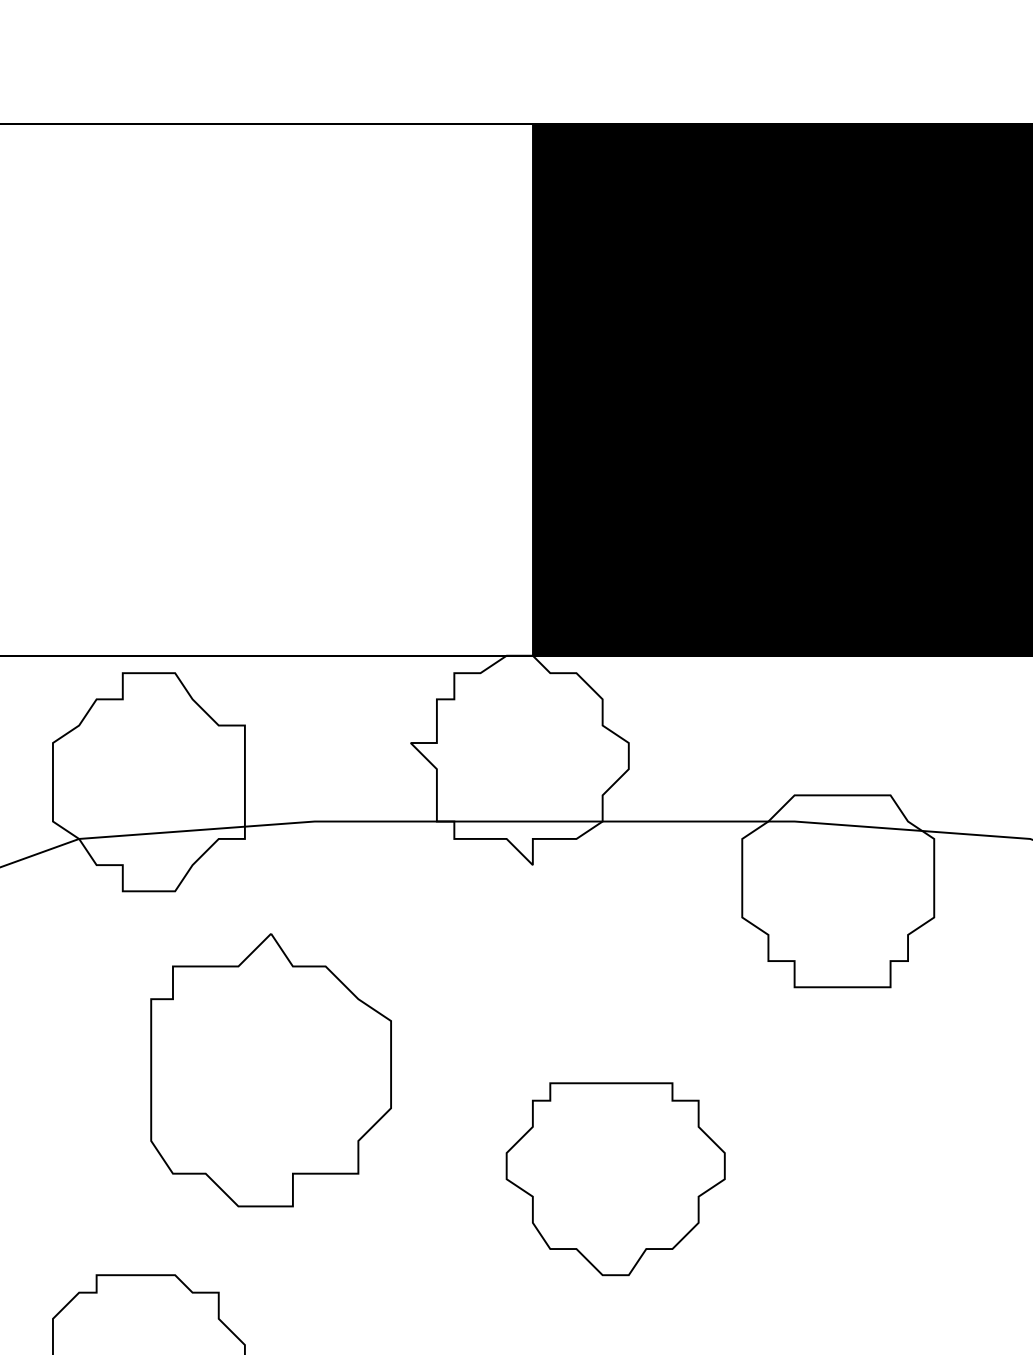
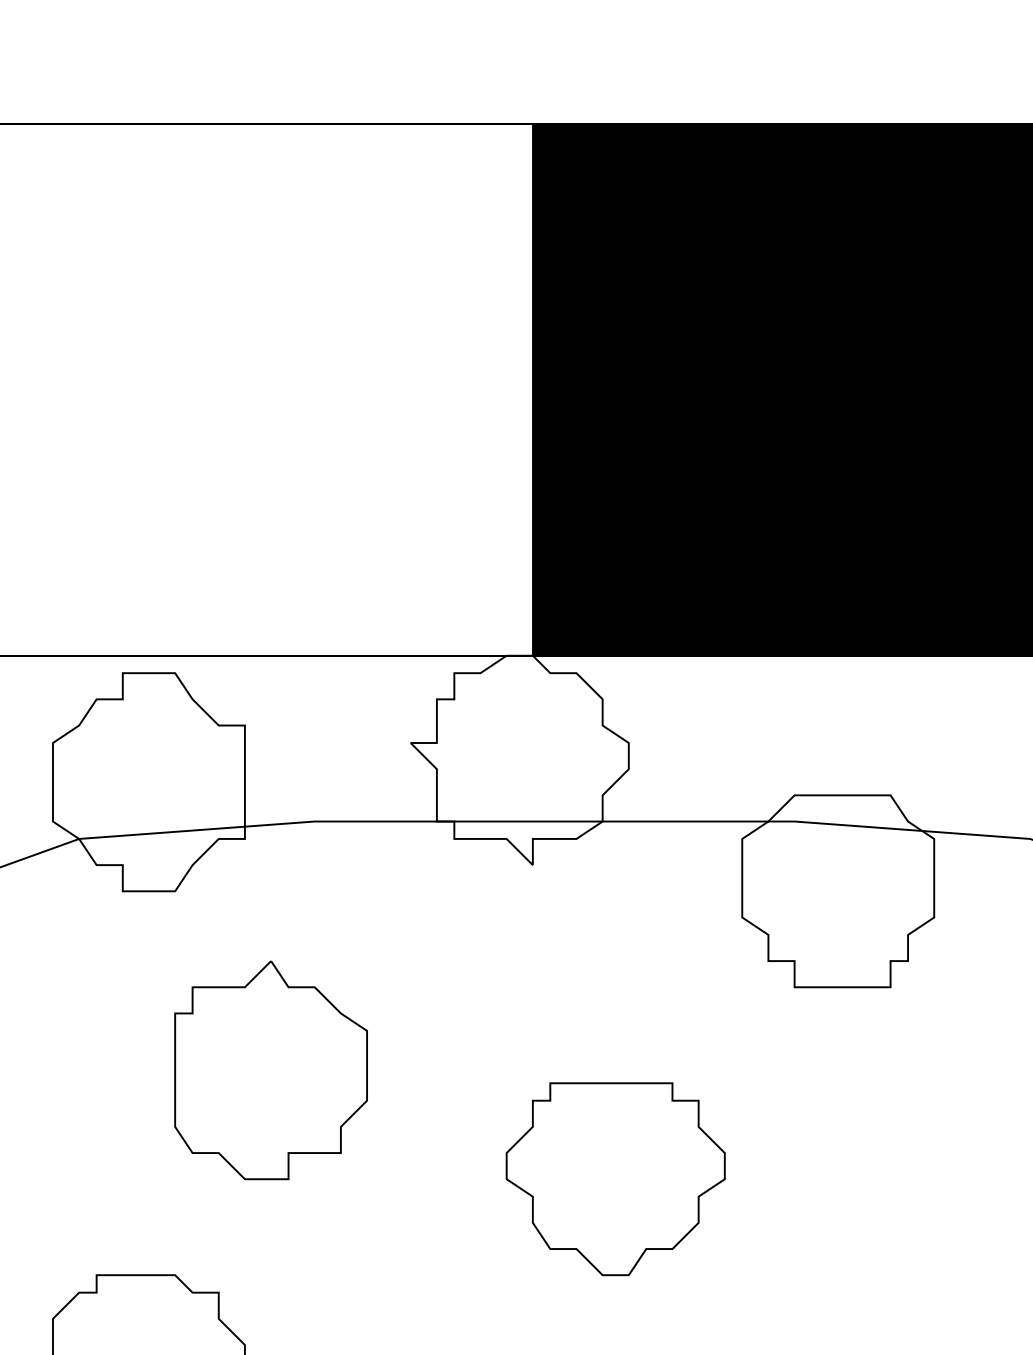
part at (270, 1070) size: 242x275 px -> 194x221 px
